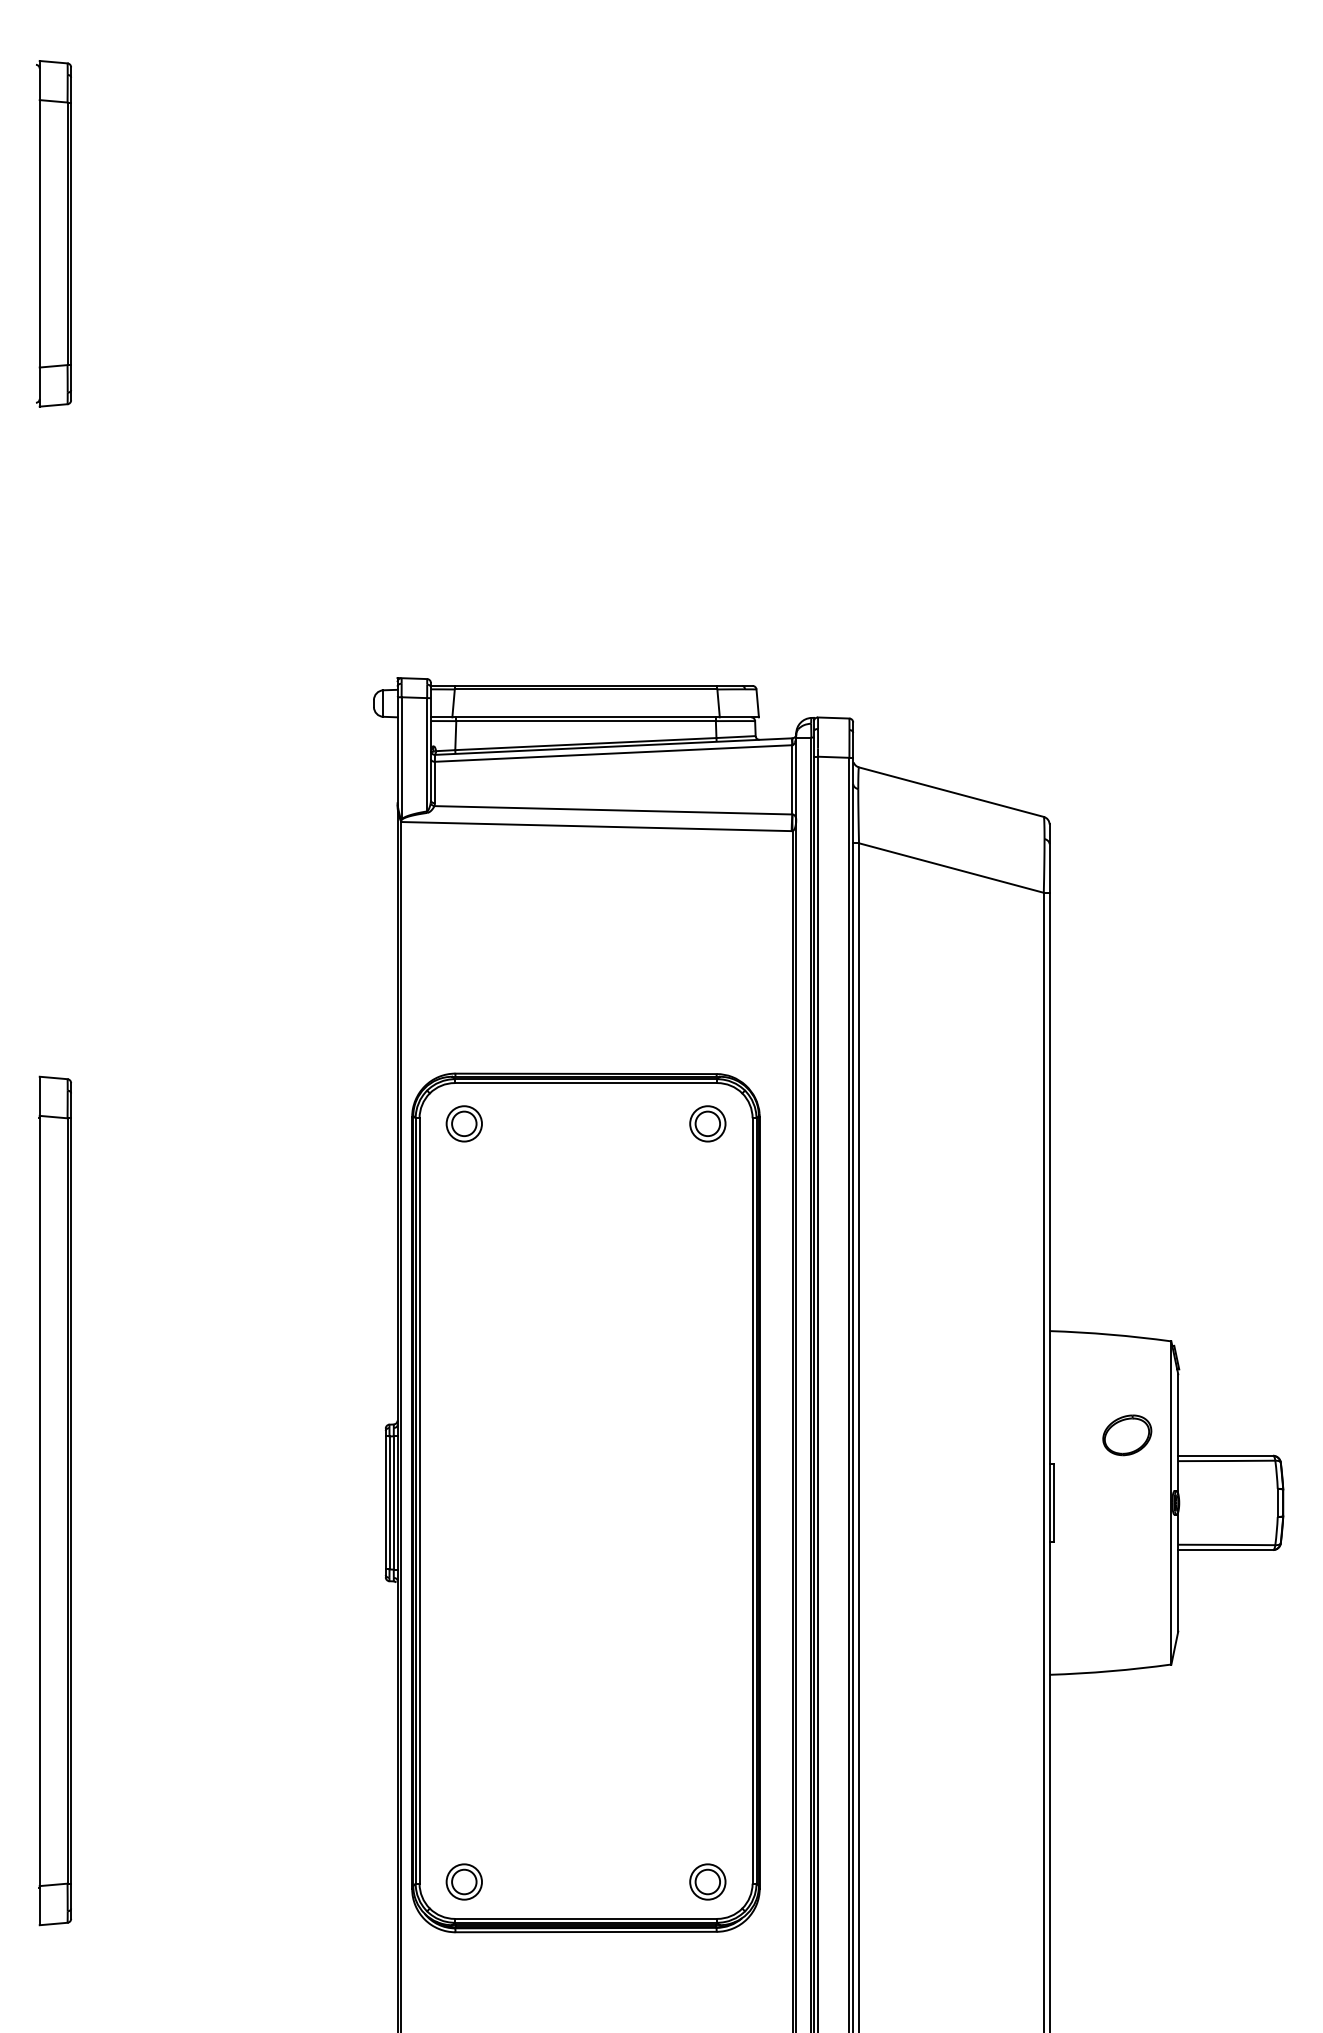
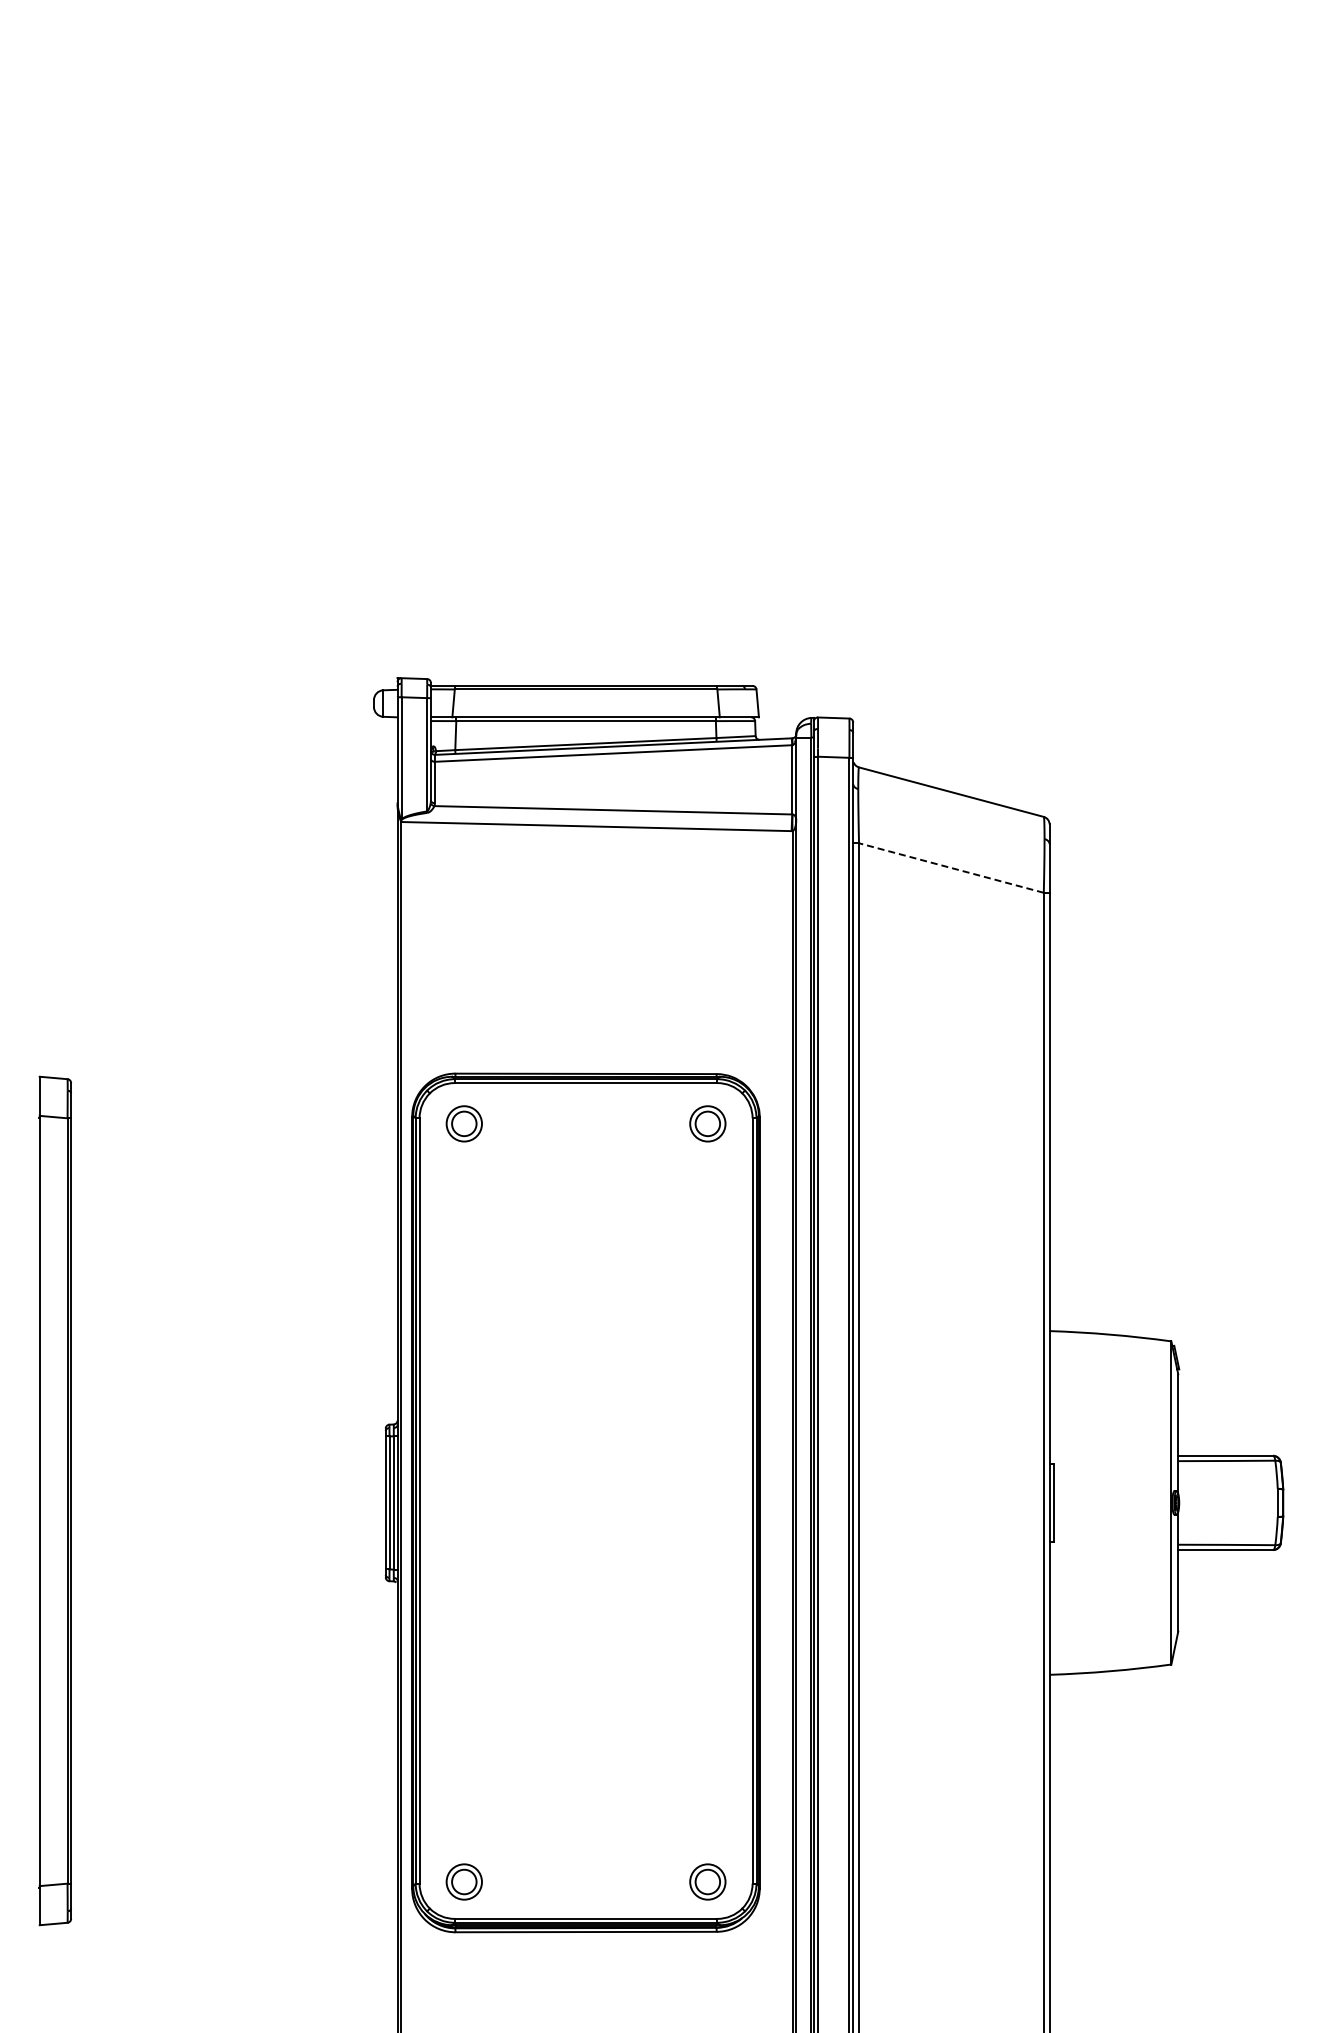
part at (53, 233): present -> none
line at (951, 868): solid -> dashed
part at (1127, 1435): present -> none
